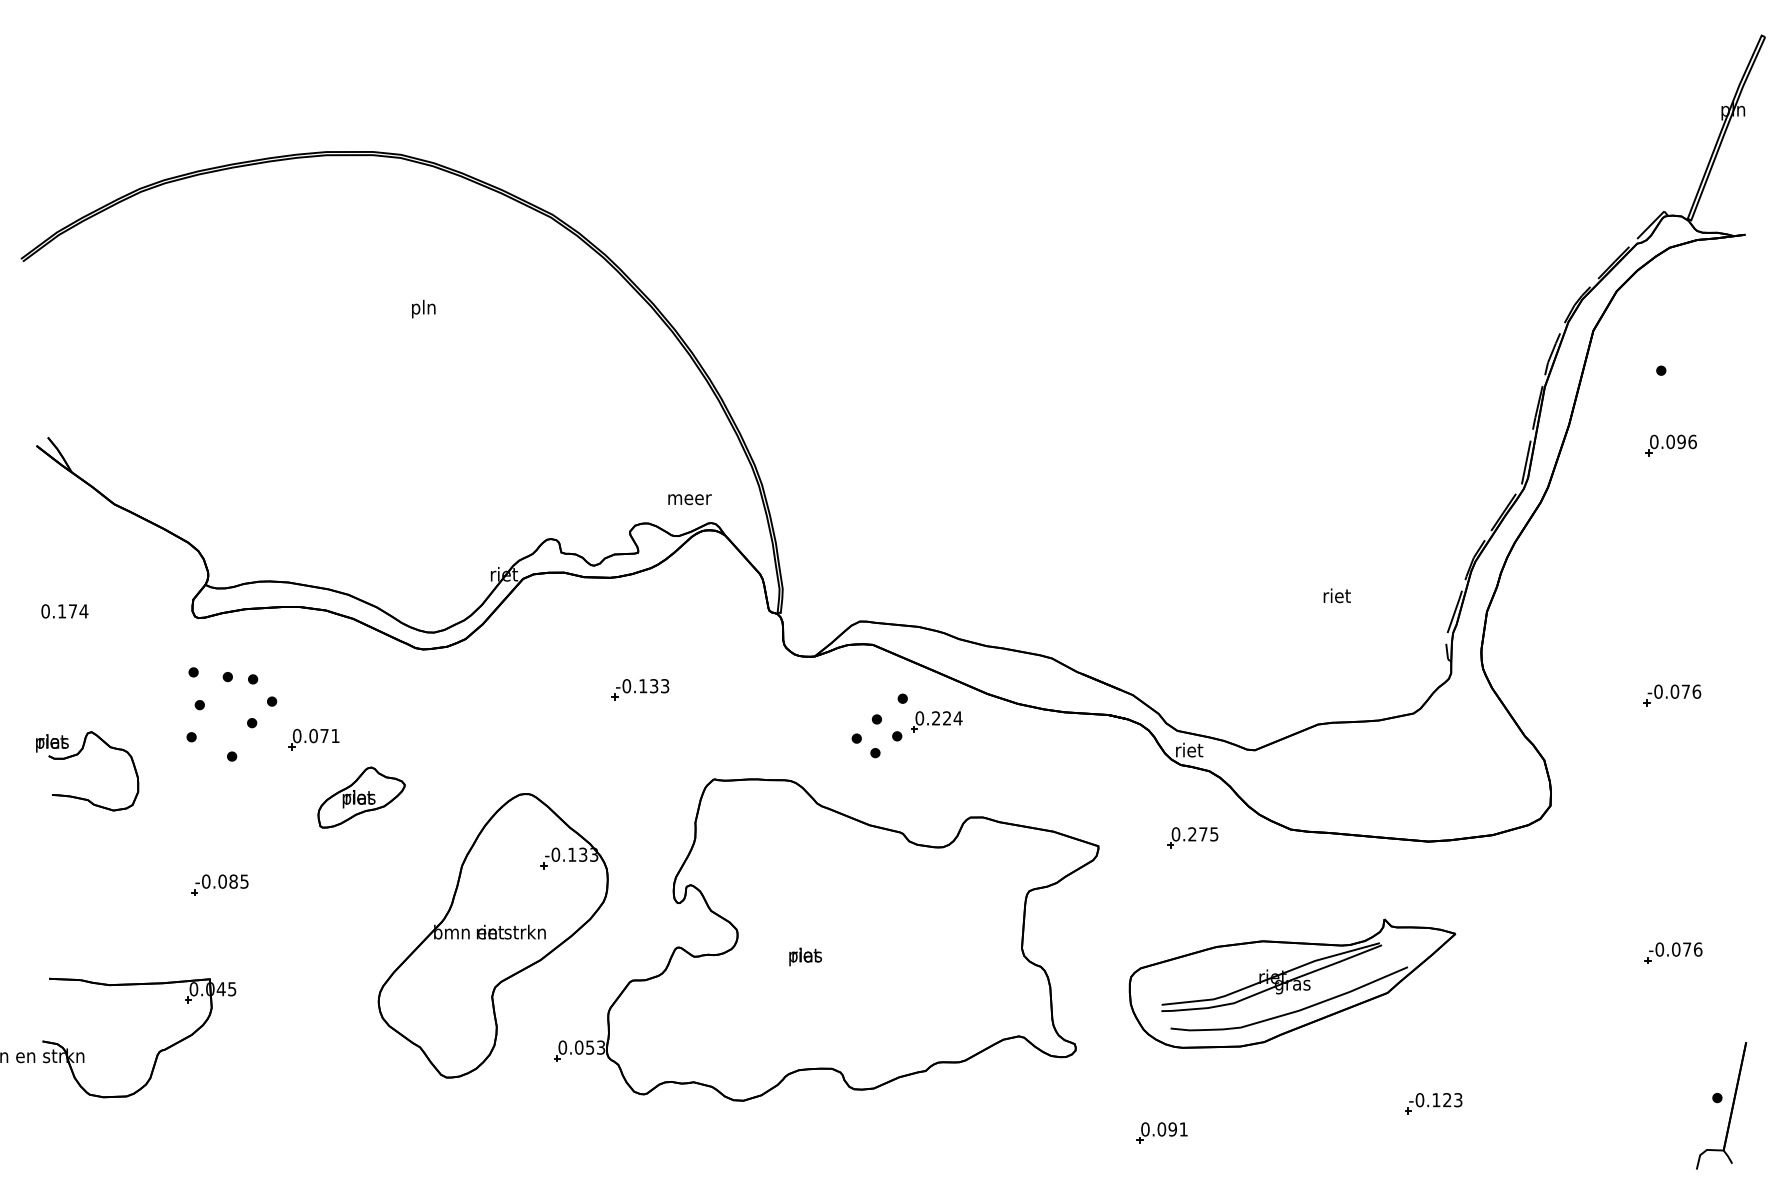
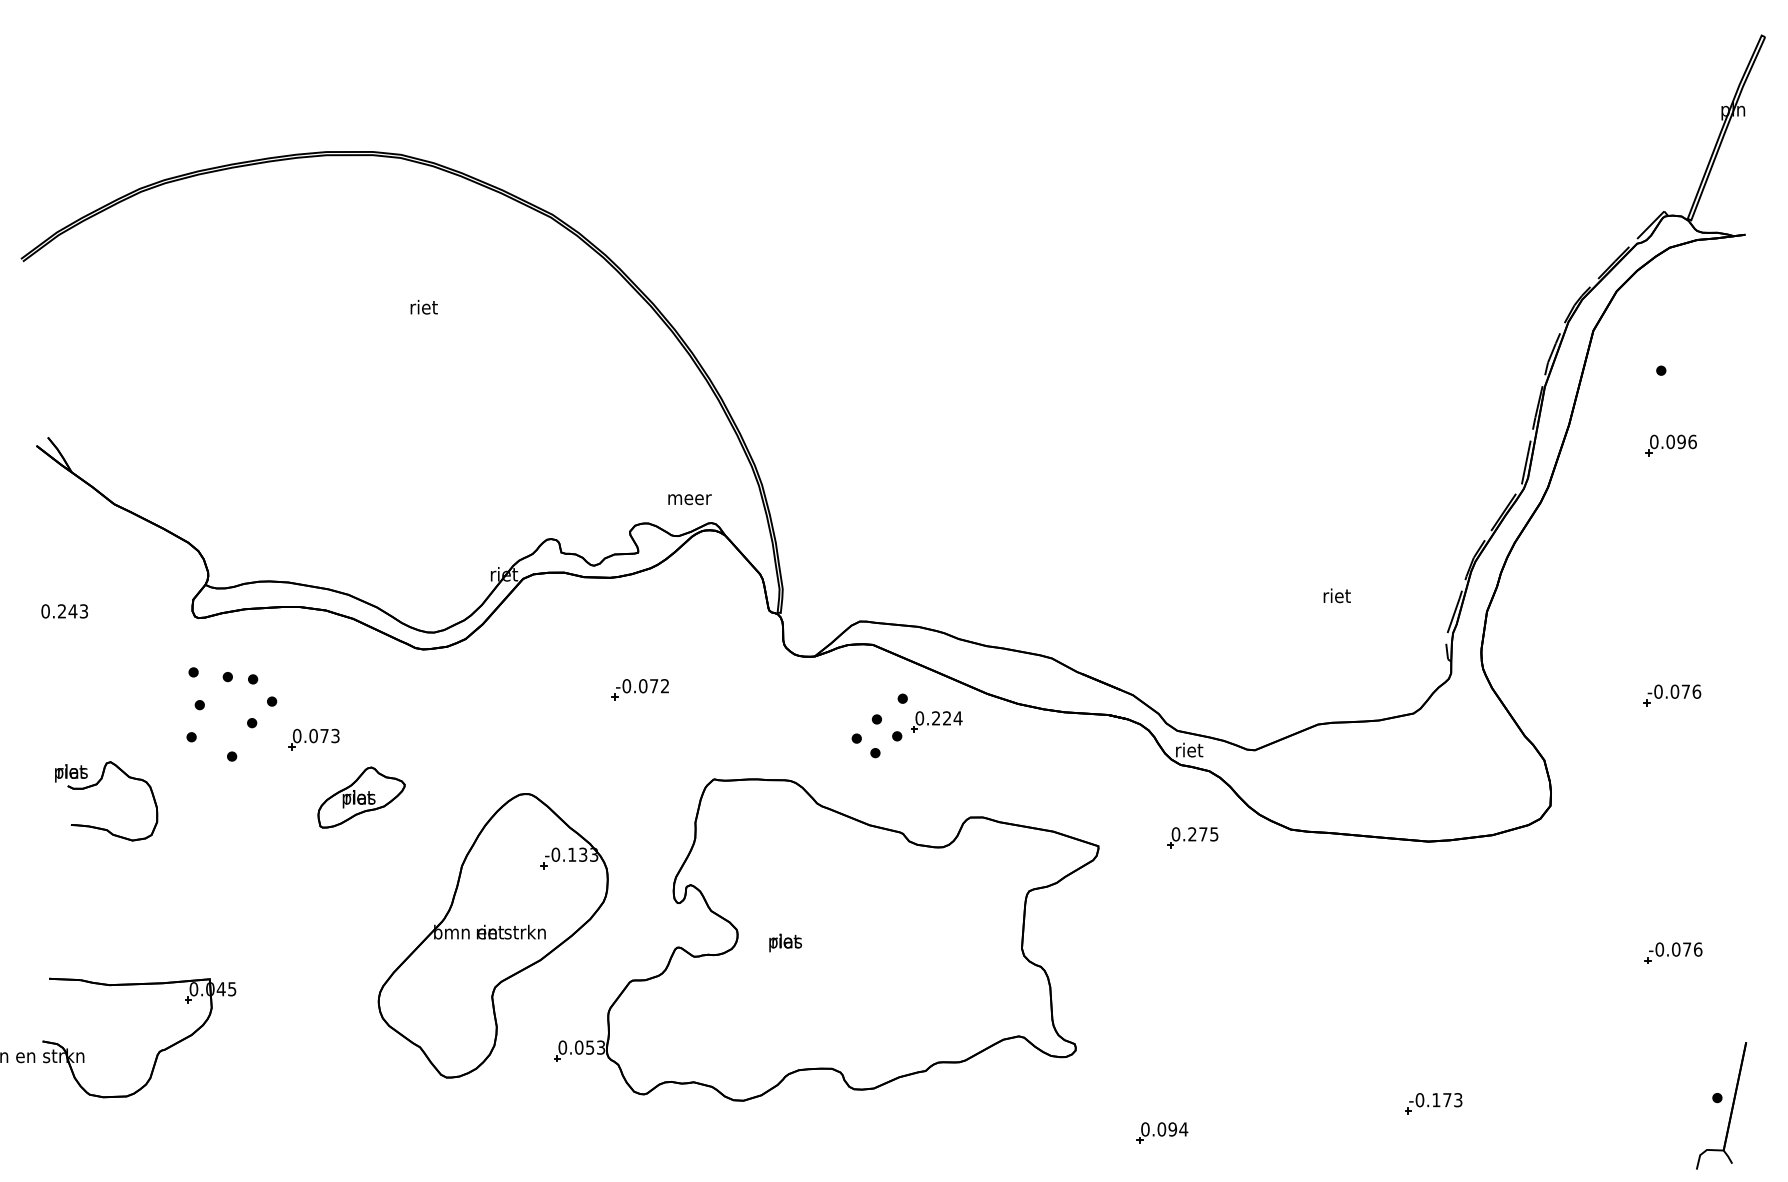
text at (423, 308): pln -> riet
text at (72, 611): 0.174 -> 0.243
text at (654, 686): -0.133 -> -0.072
text at (335, 735): 0.071 -> 0.073
part at (77, 755) position: (77, 755) -> (96, 785)
part at (219, 884): present -> none
text at (805, 956) position: (805, 956) -> (785, 942)
part at (1292, 983): present -> none
text at (1447, 1100): -0.123 -> -0.173
text at (1183, 1129): 0.091 -> 0.094
